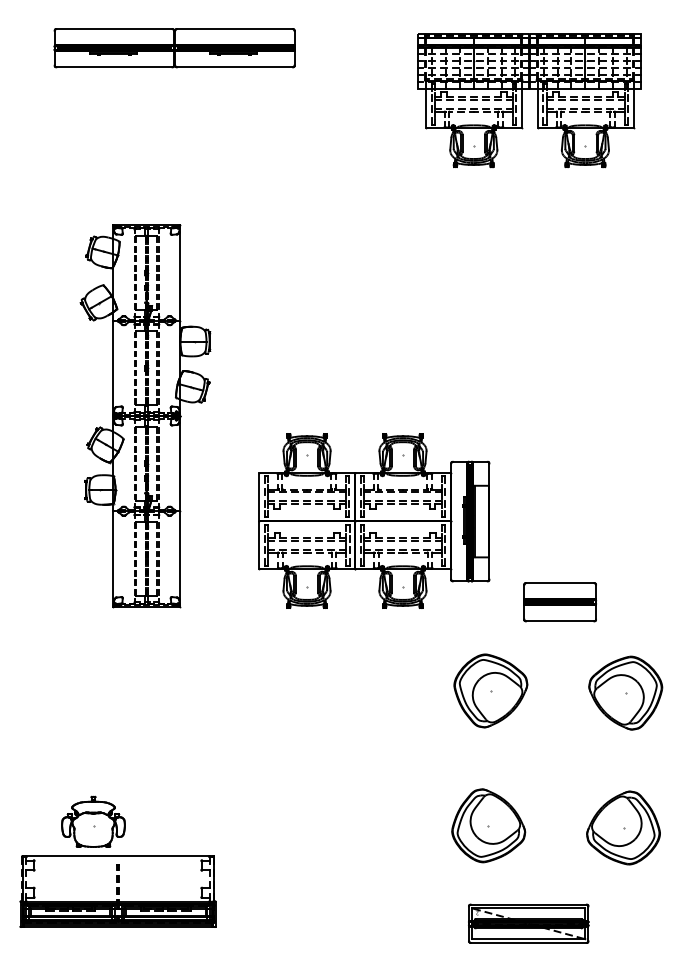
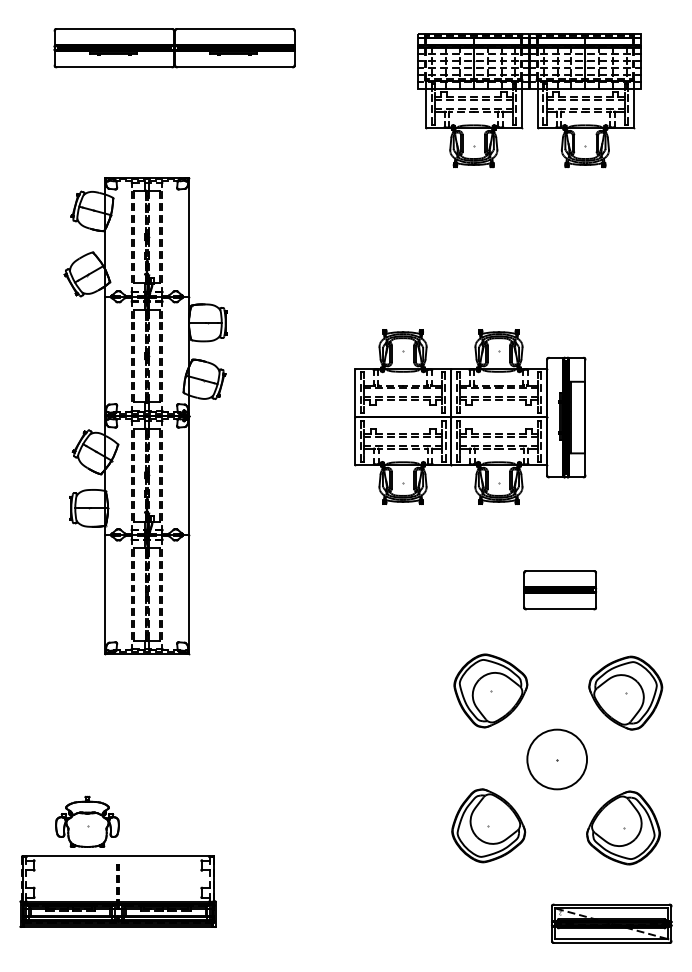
part at (145, 416) size: 133x385 px -> 165x479 px
part at (374, 520) position: (374, 520) -> (470, 416)
part at (560, 602) position: (560, 602) -> (560, 590)
part at (556, 759): none -> present
part at (93, 821) position: (93, 821) -> (87, 821)
part at (528, 923) position: (528, 923) -> (611, 923)
